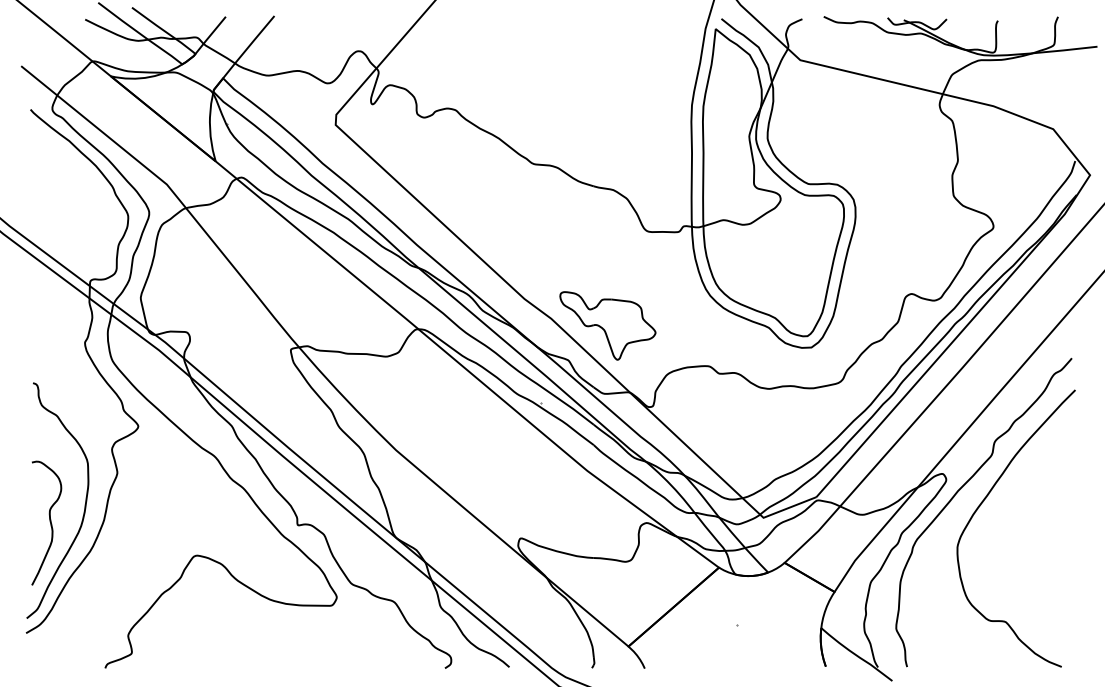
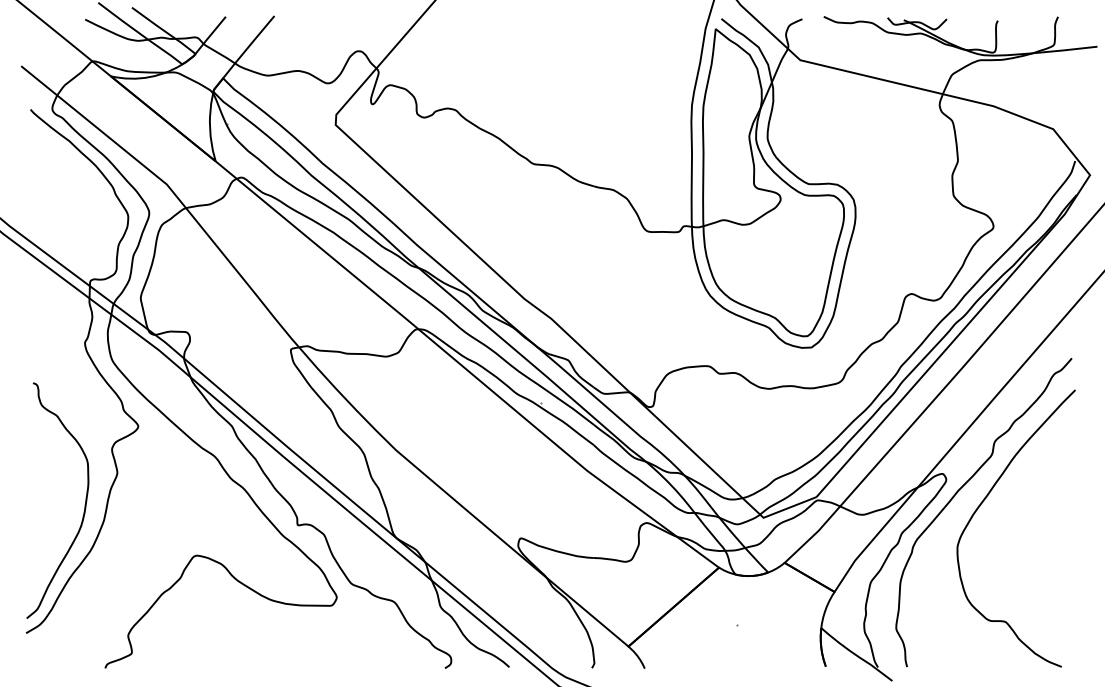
part at (607, 325): present -> none
curve at (49, 521): present -> none
